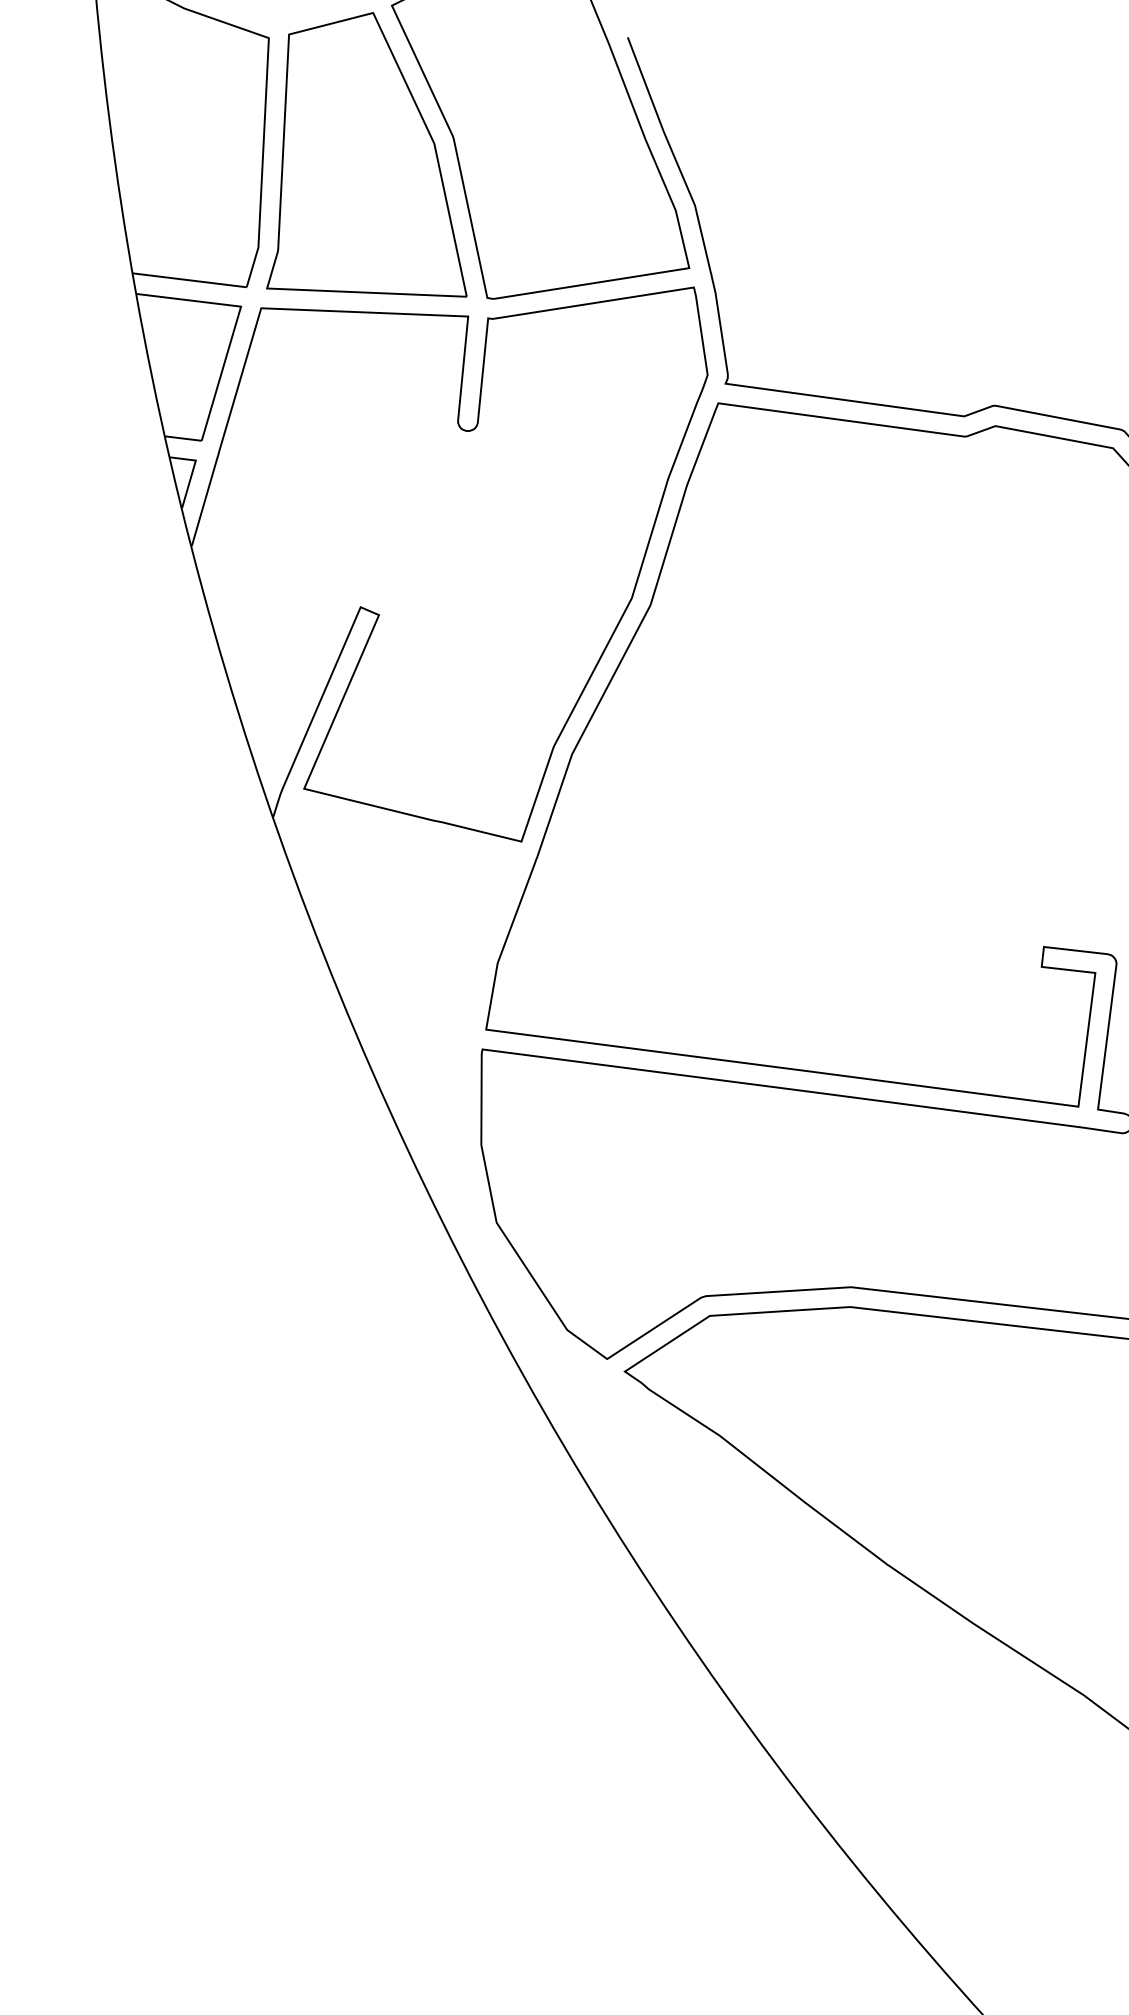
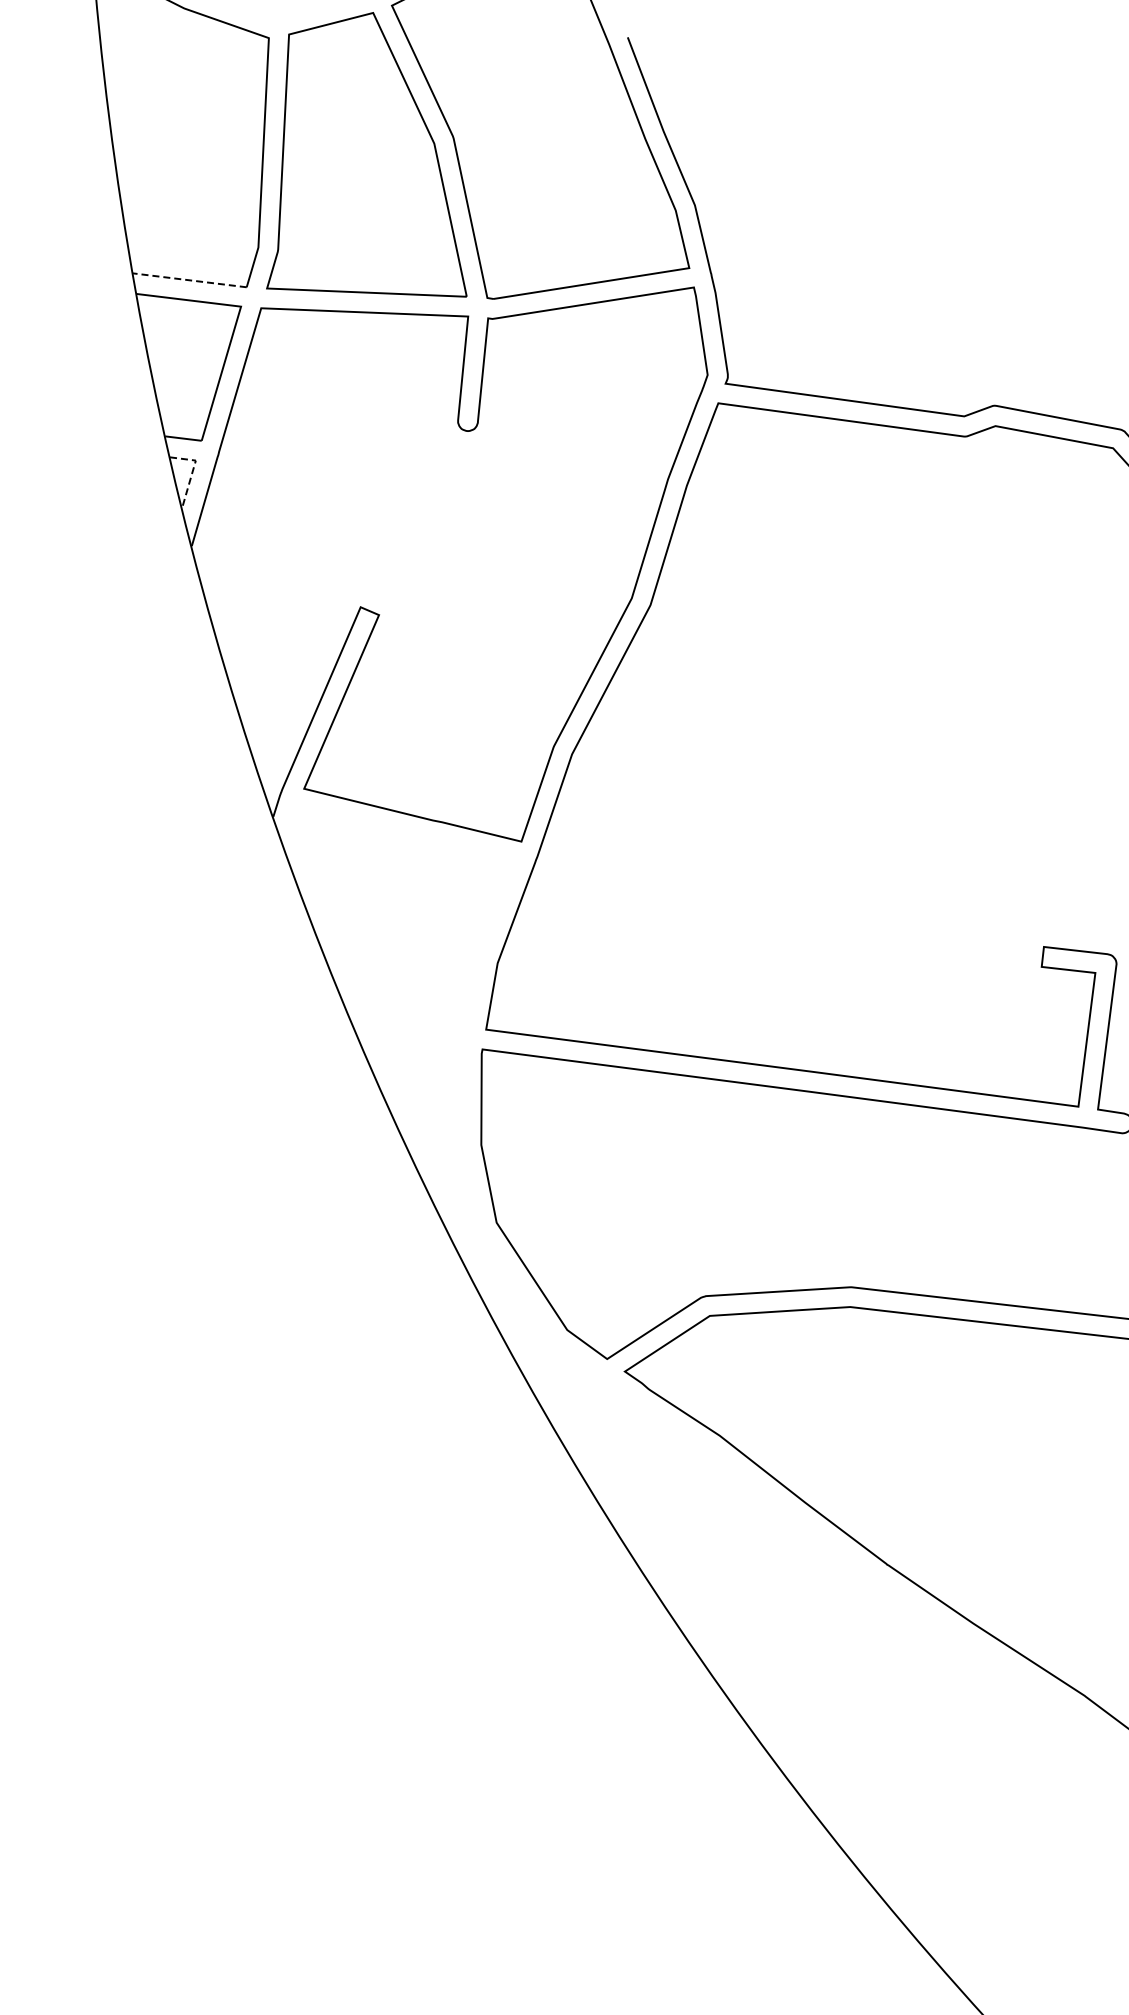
line at (189, 280): solid -> dashed
line at (192, 471): solid -> dashed
